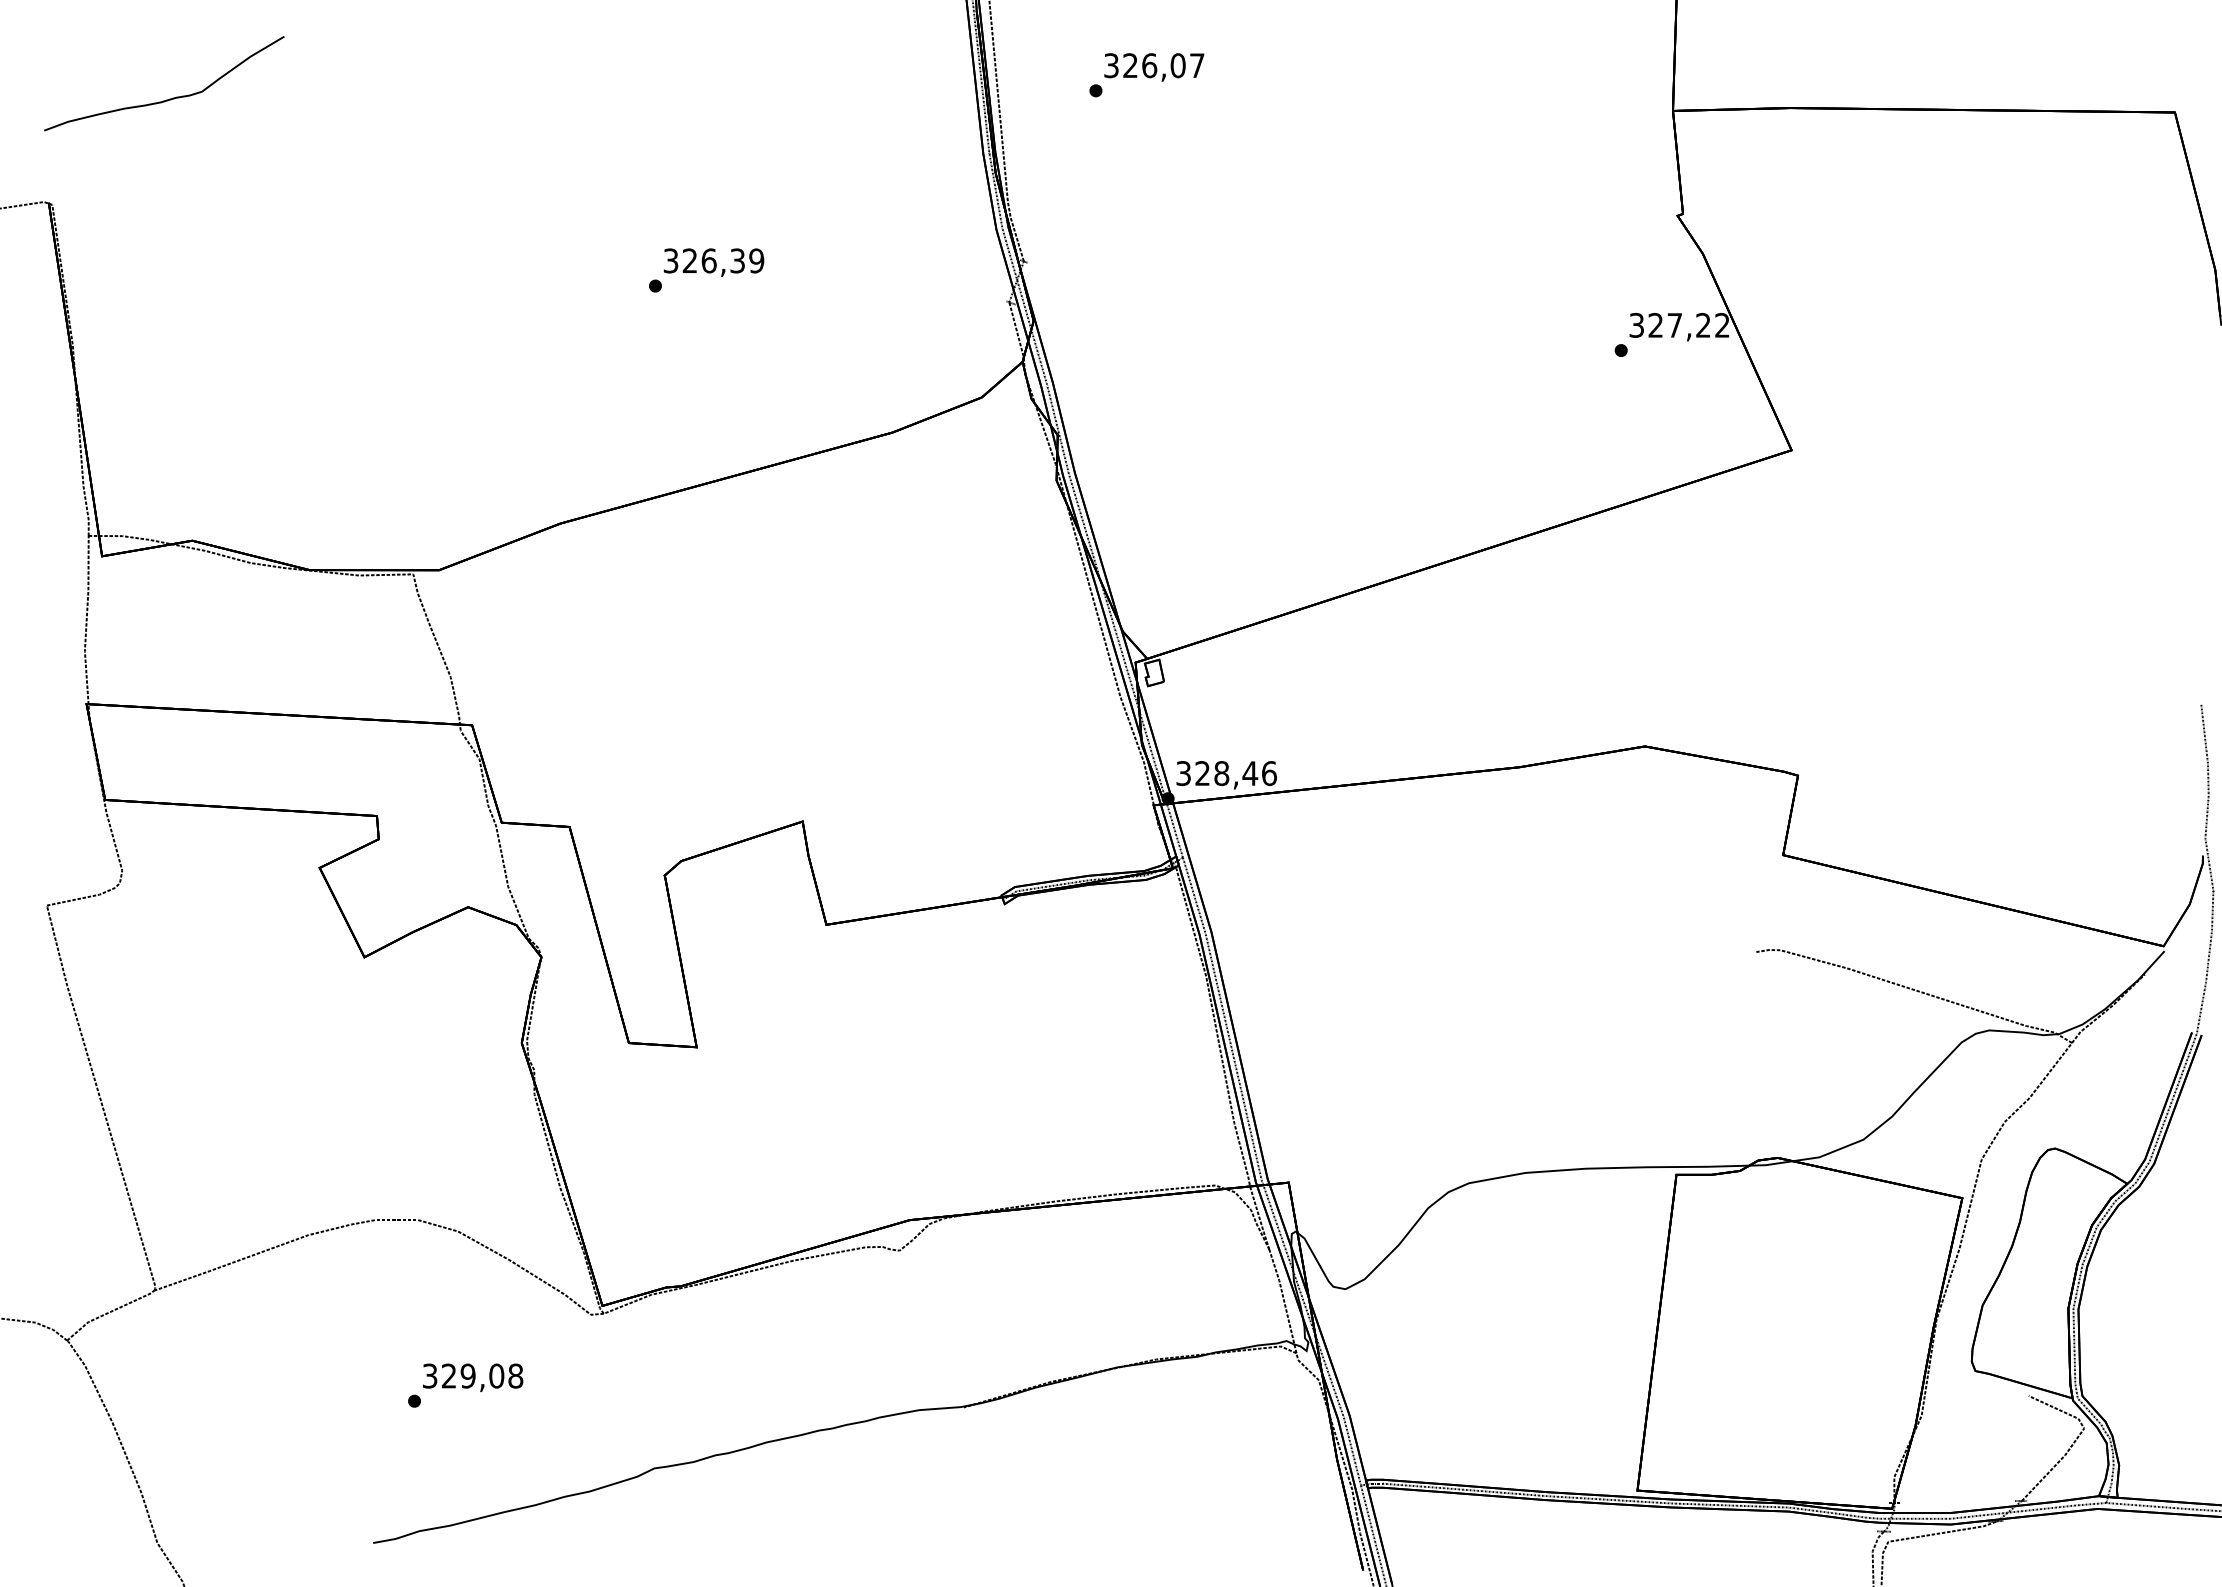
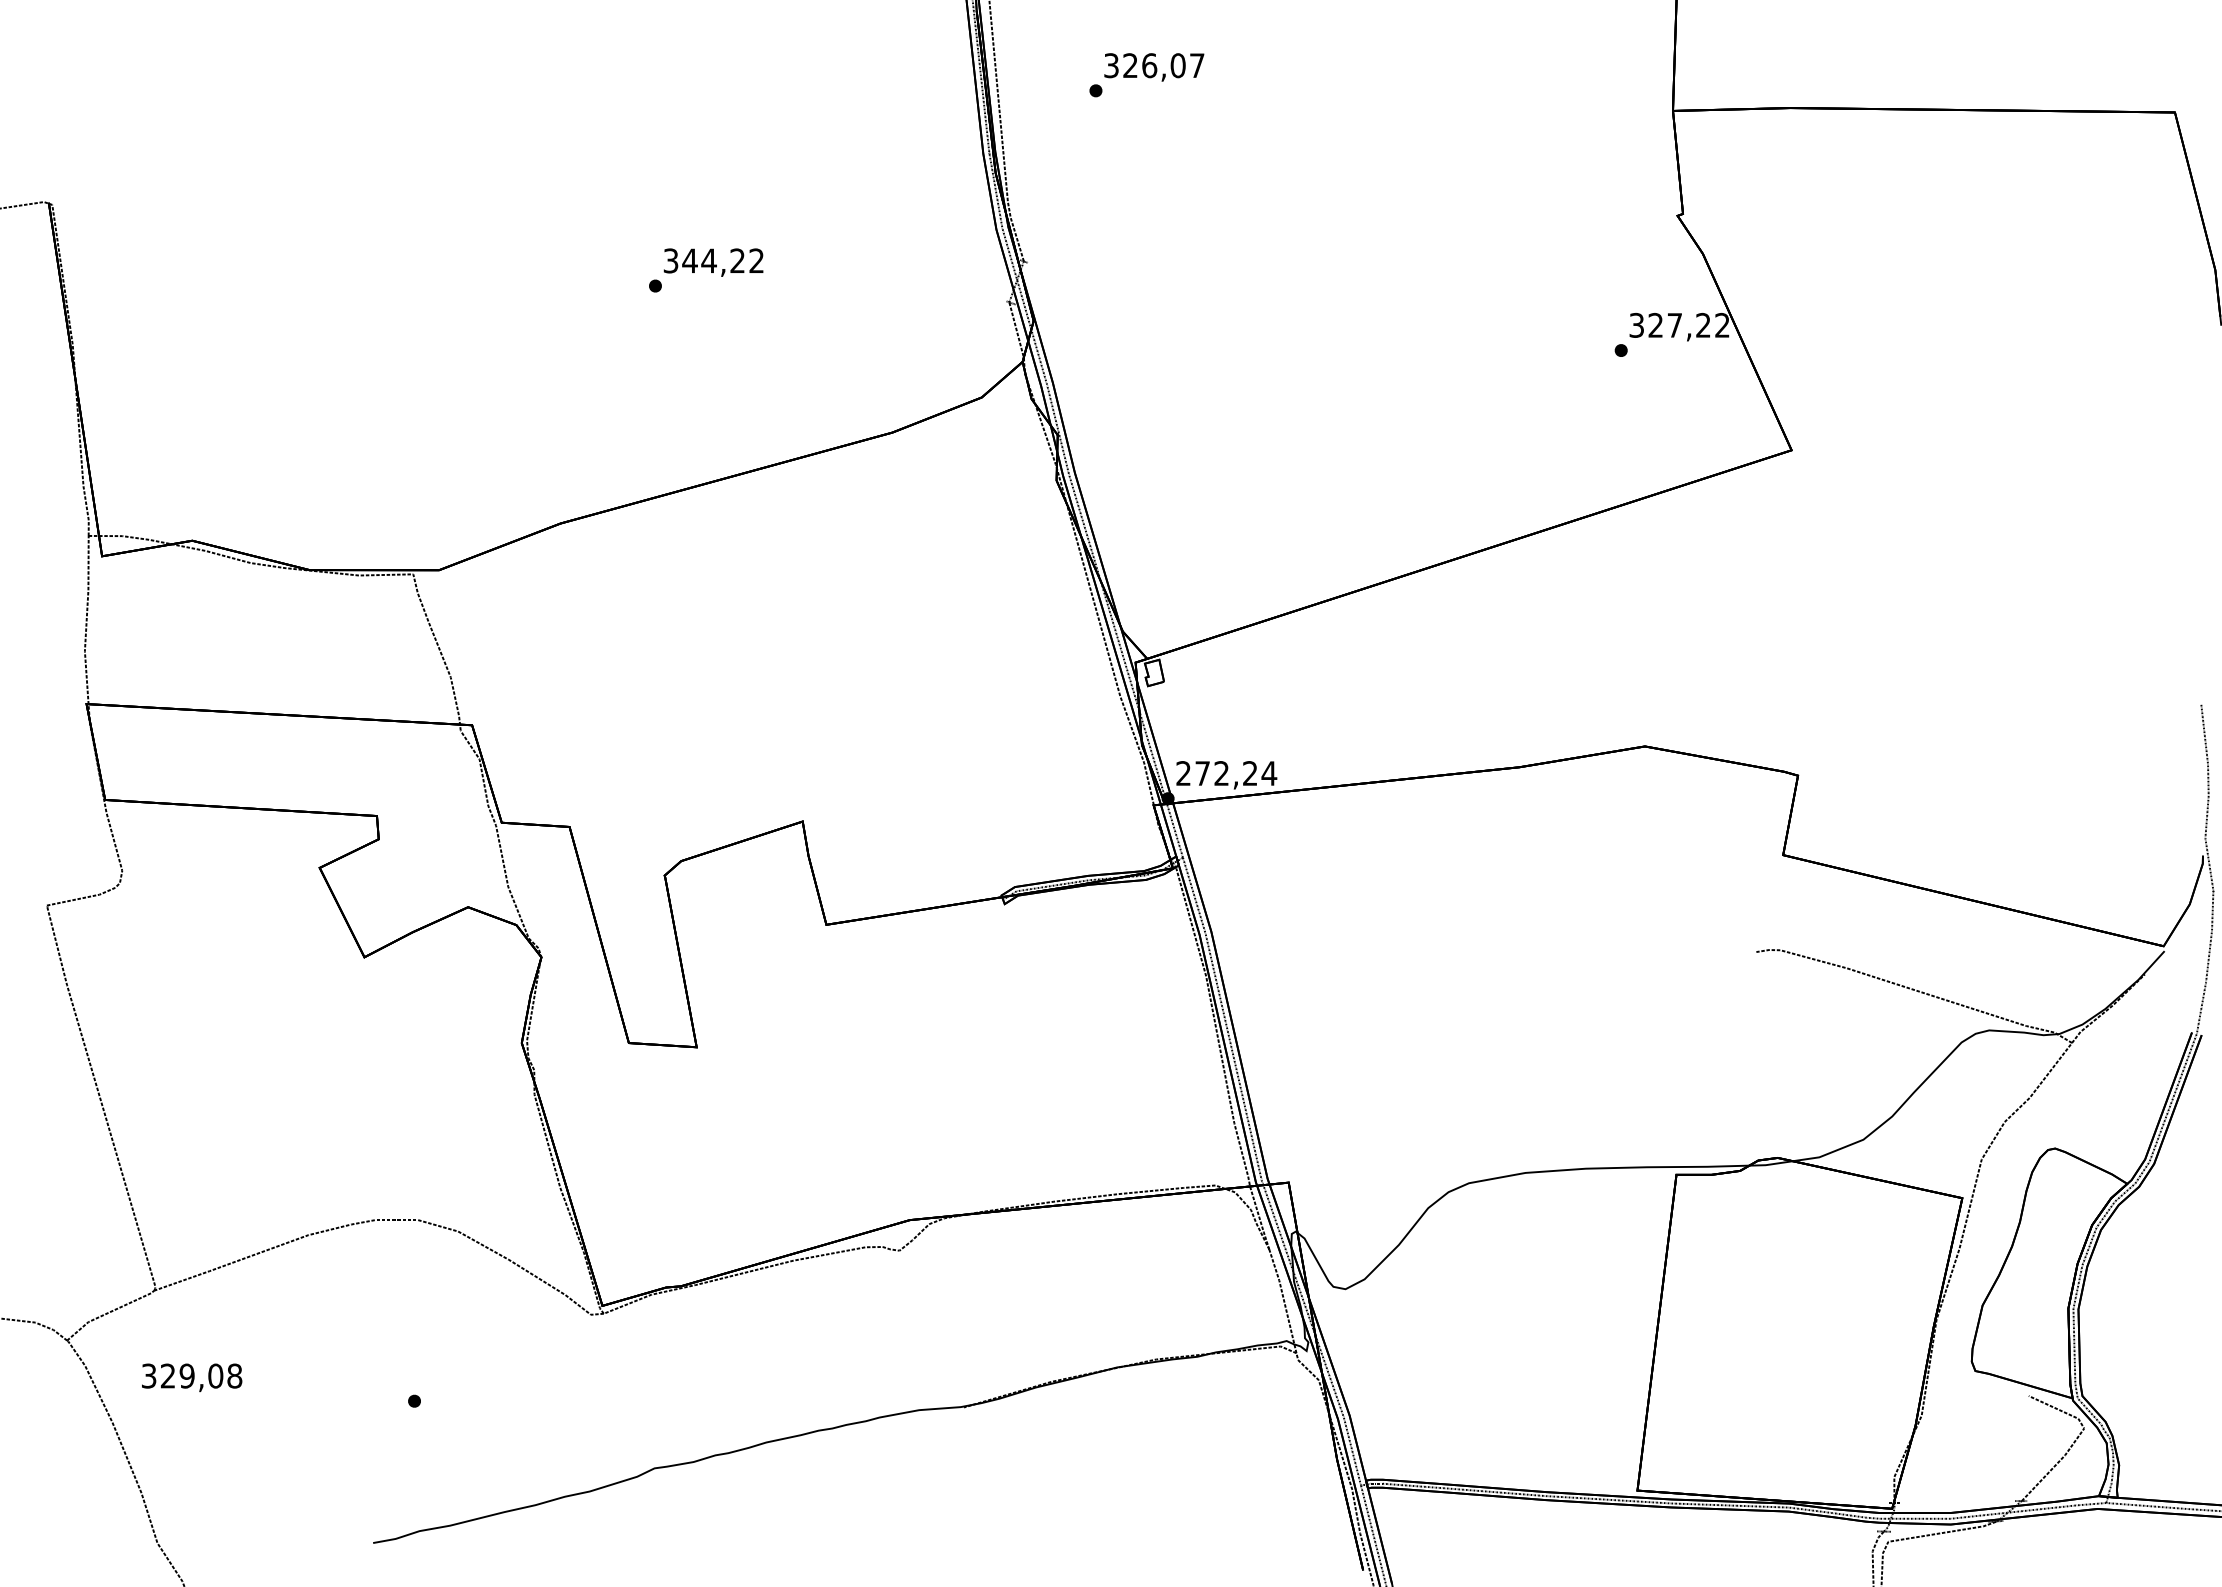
part at (169, 98): present -> none
text at (723, 260): 326,39 -> 344,22
text at (1226, 773): 328,46 -> 272,24
text at (473, 1377) position: (473, 1377) -> (192, 1377)
